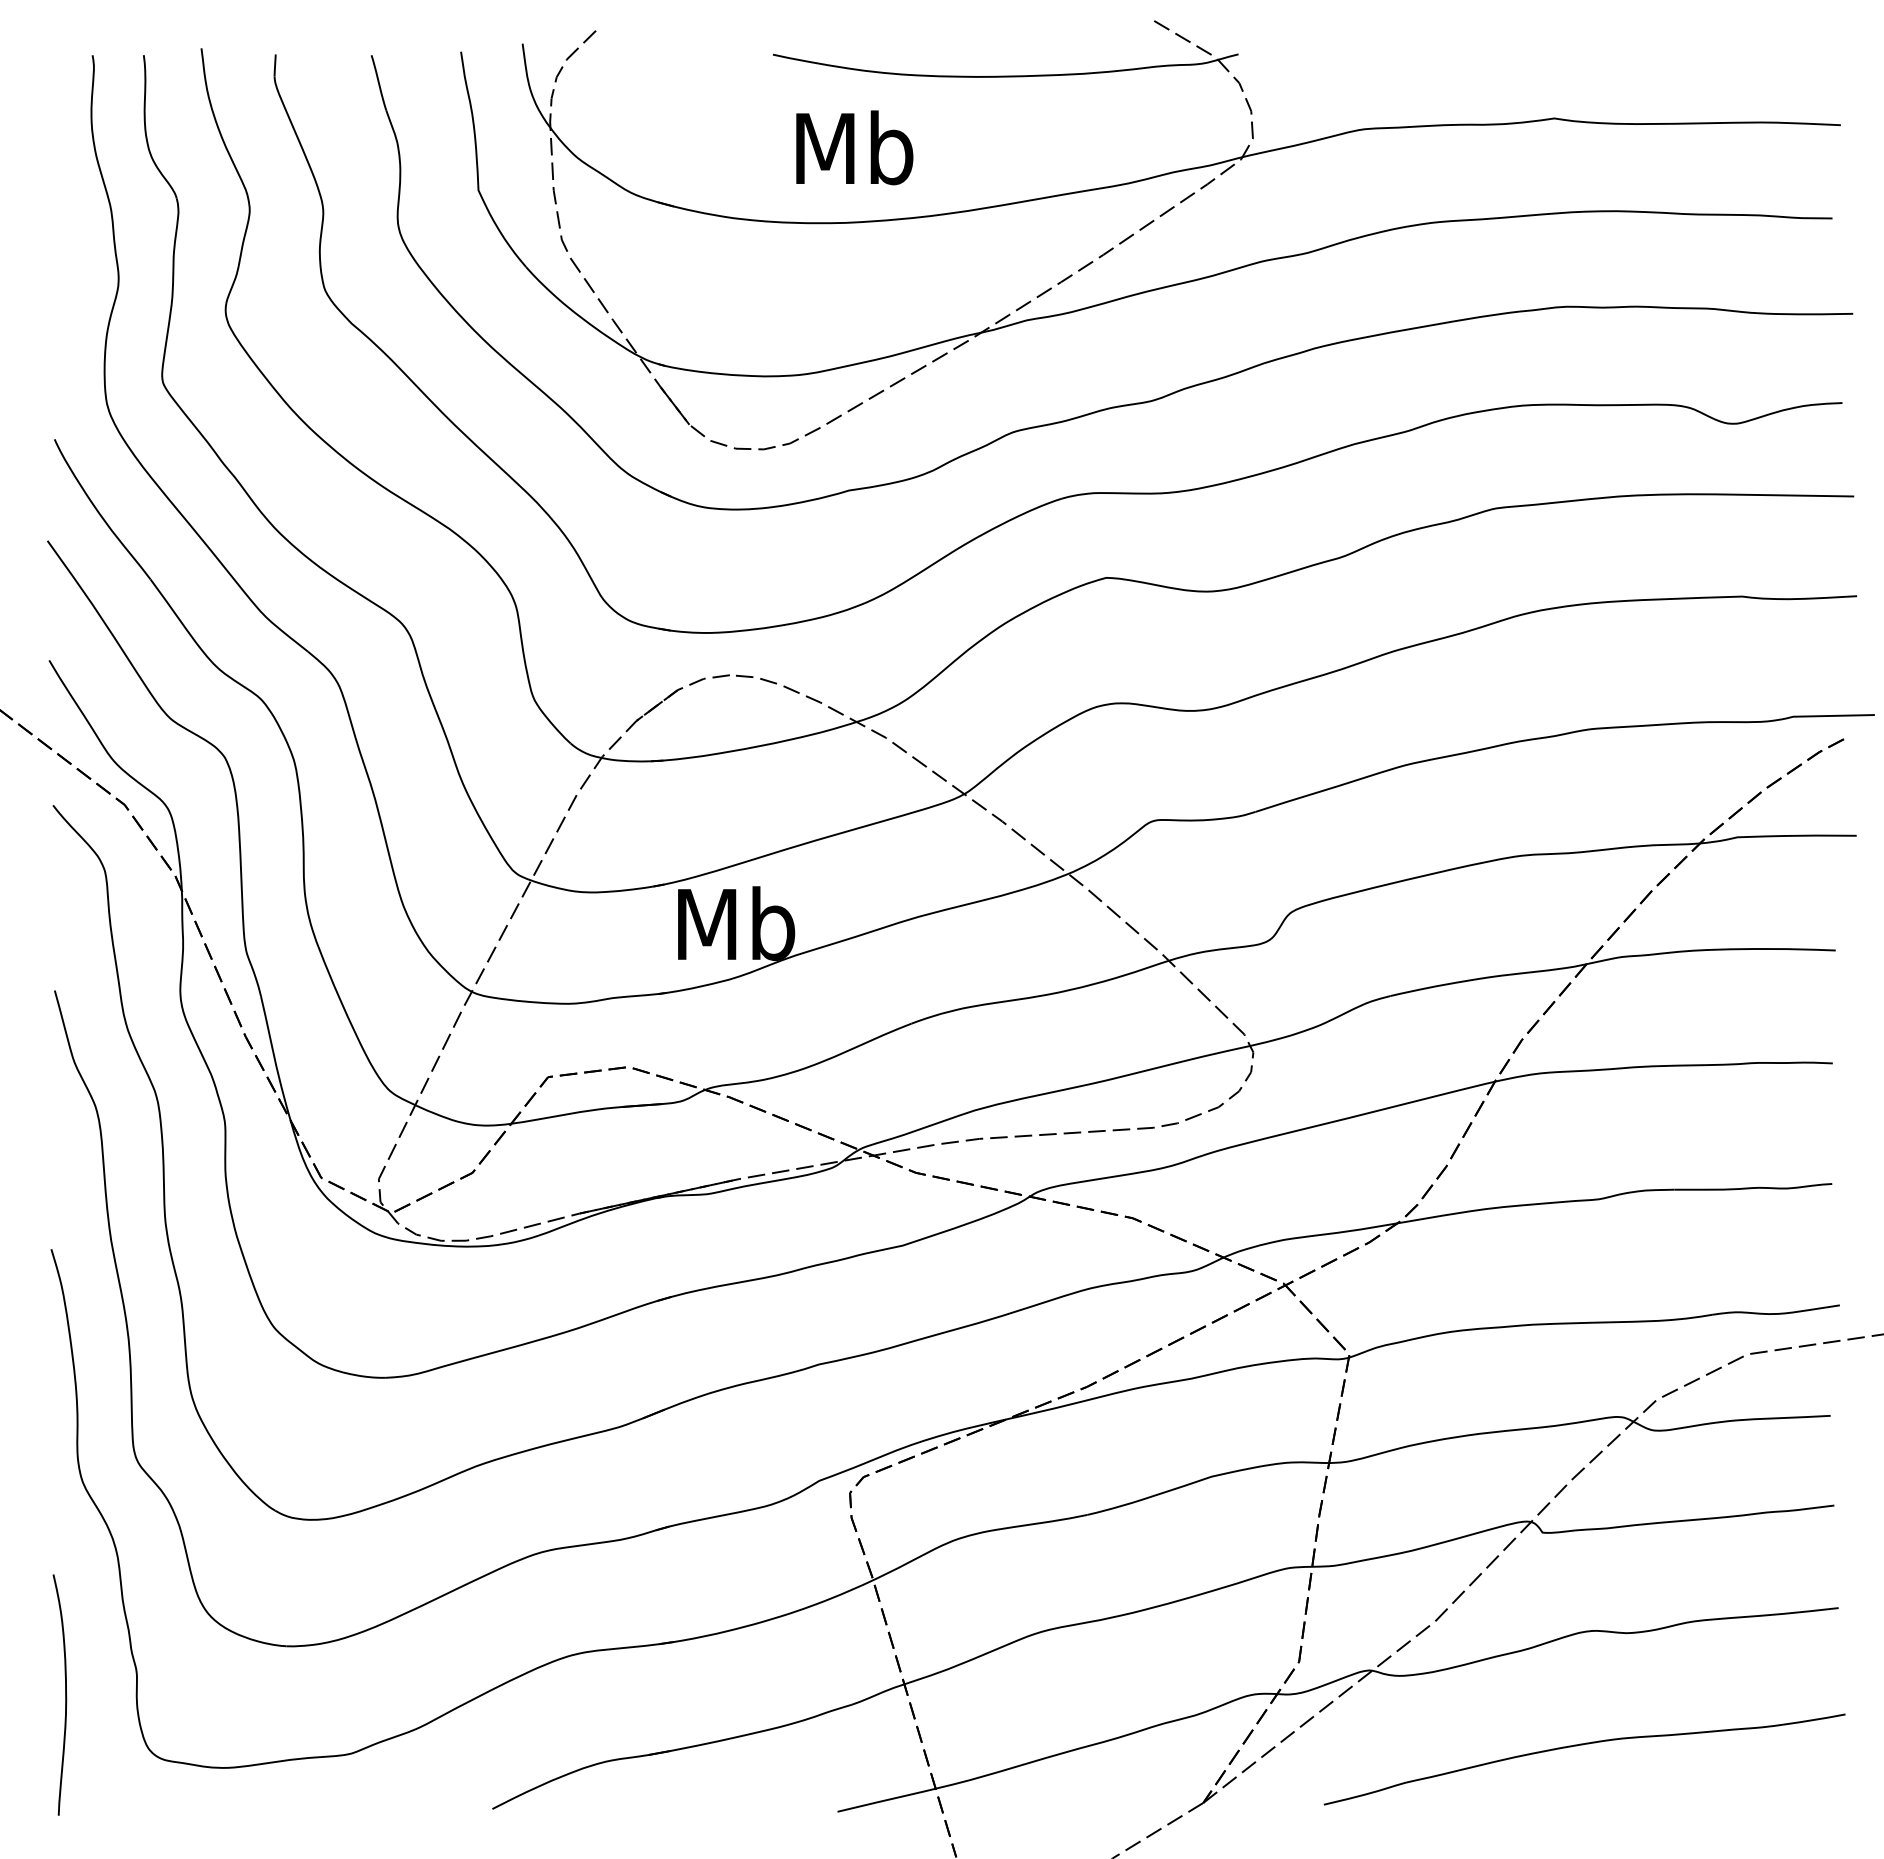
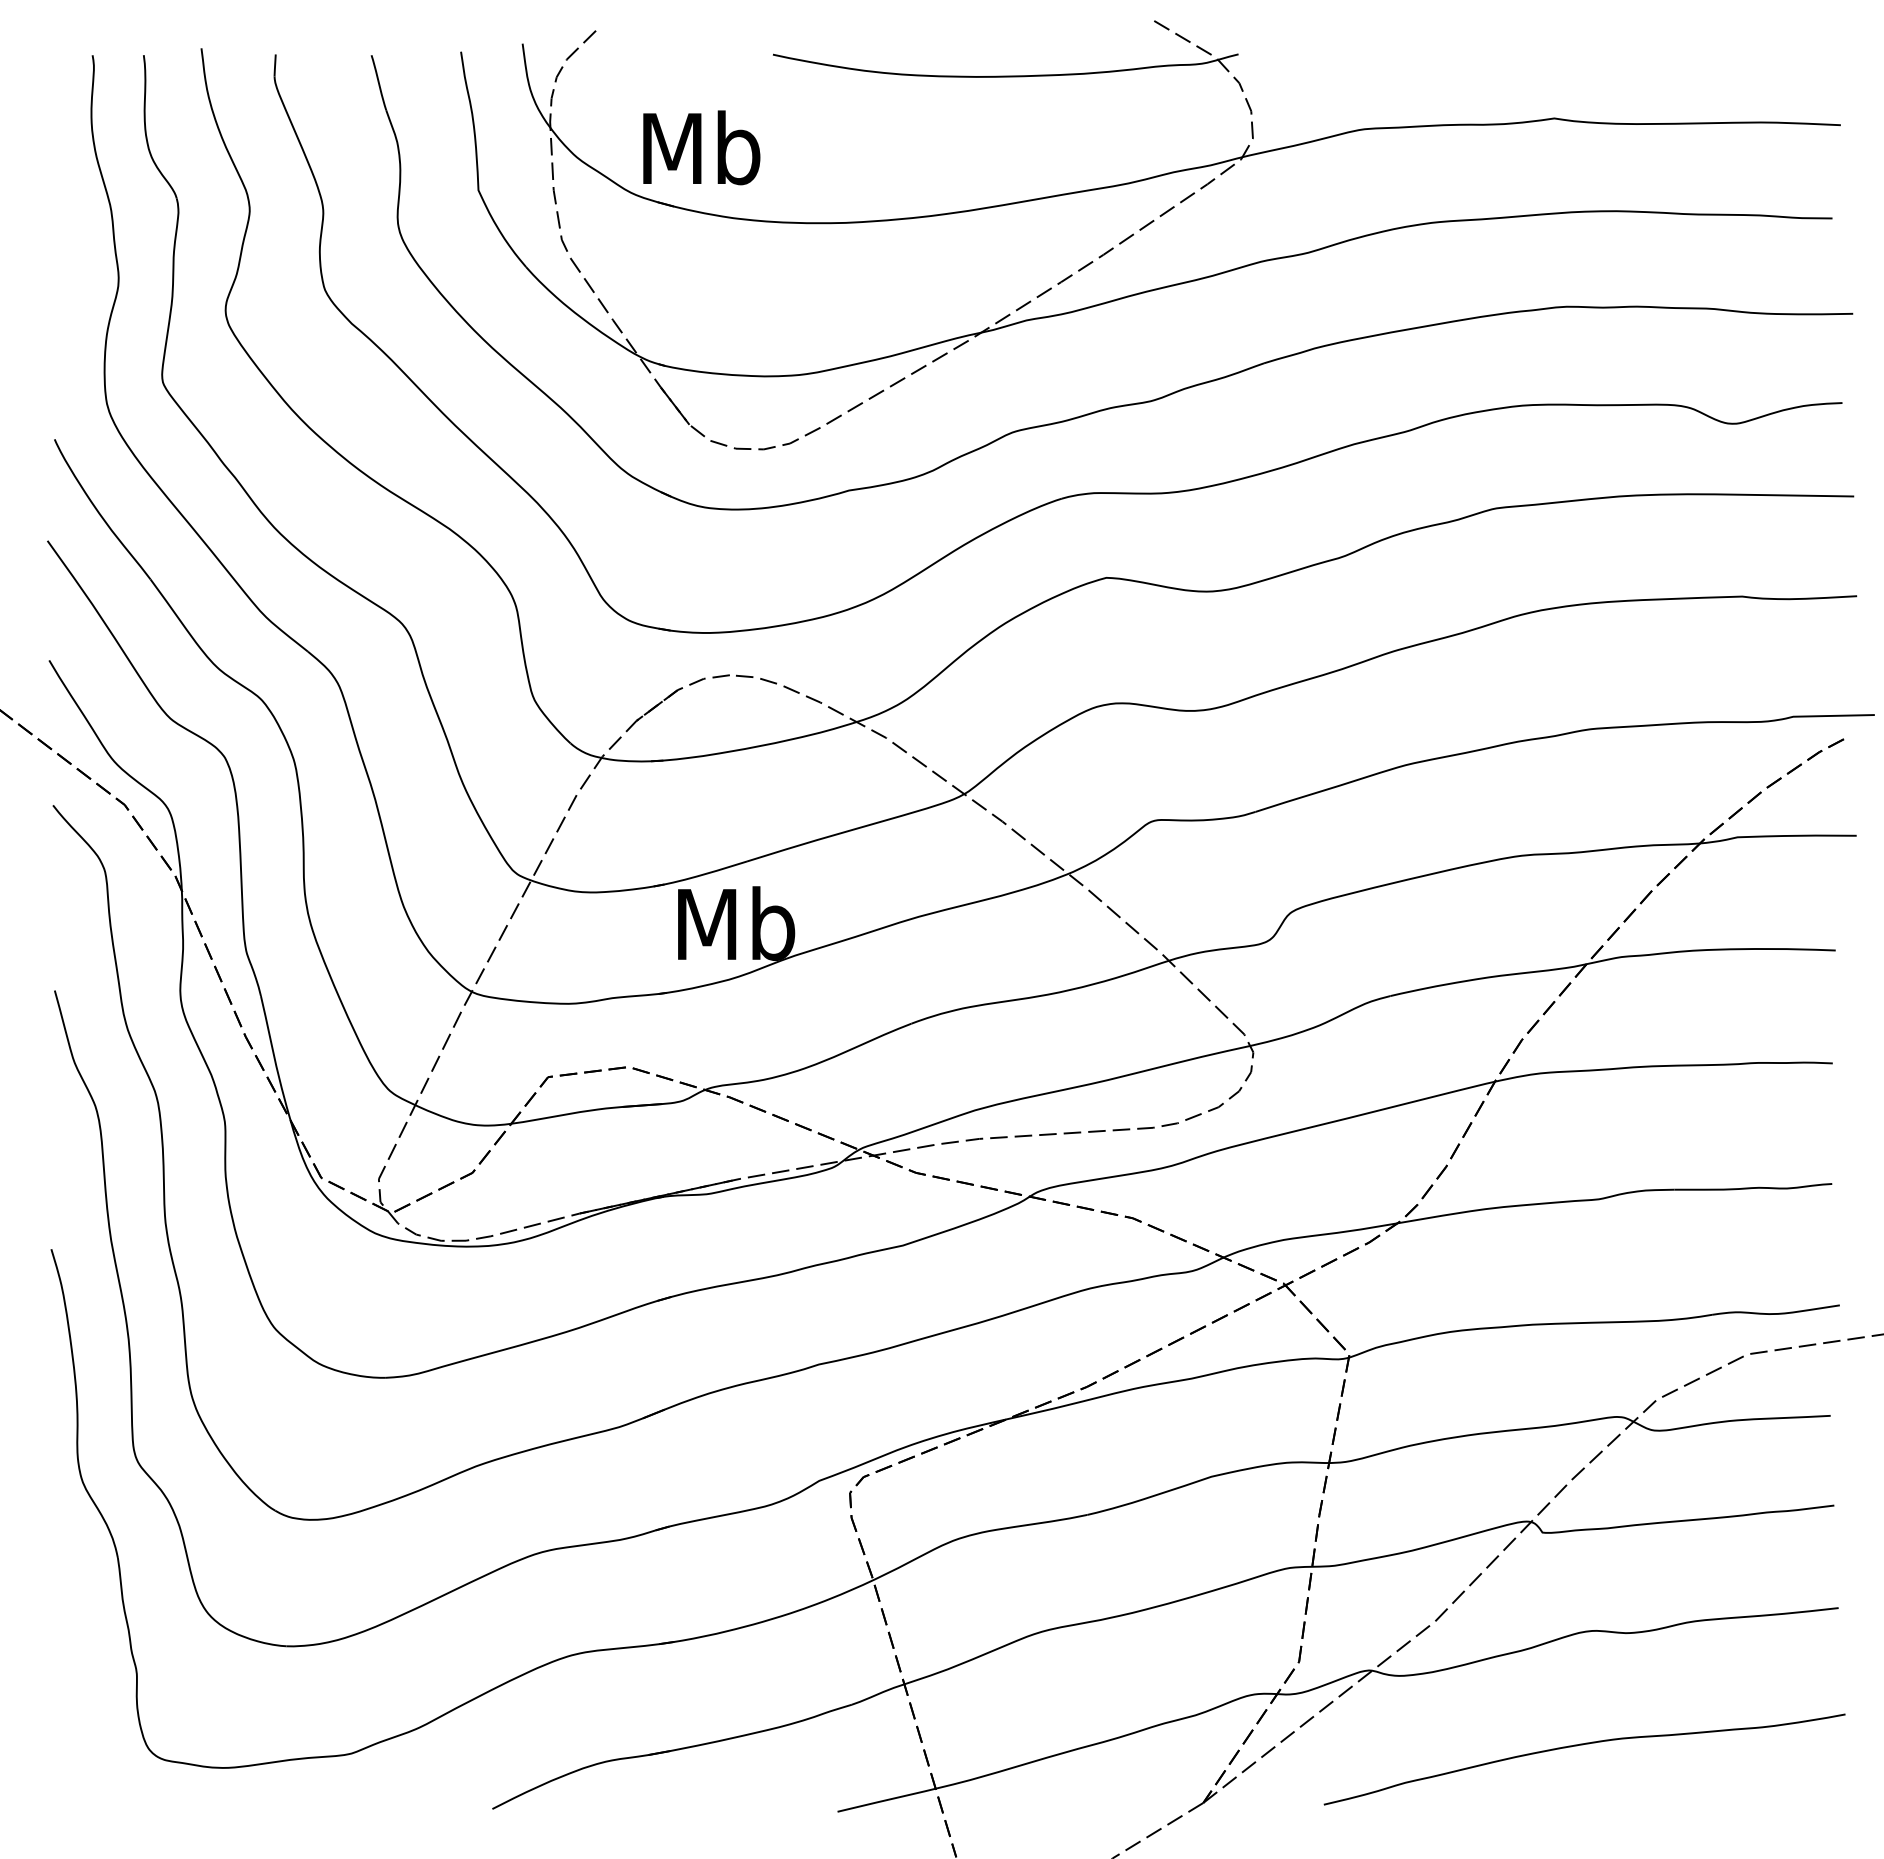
text at (854, 147) position: (854, 147) -> (701, 147)
curve at (65, 1694): present -> none
